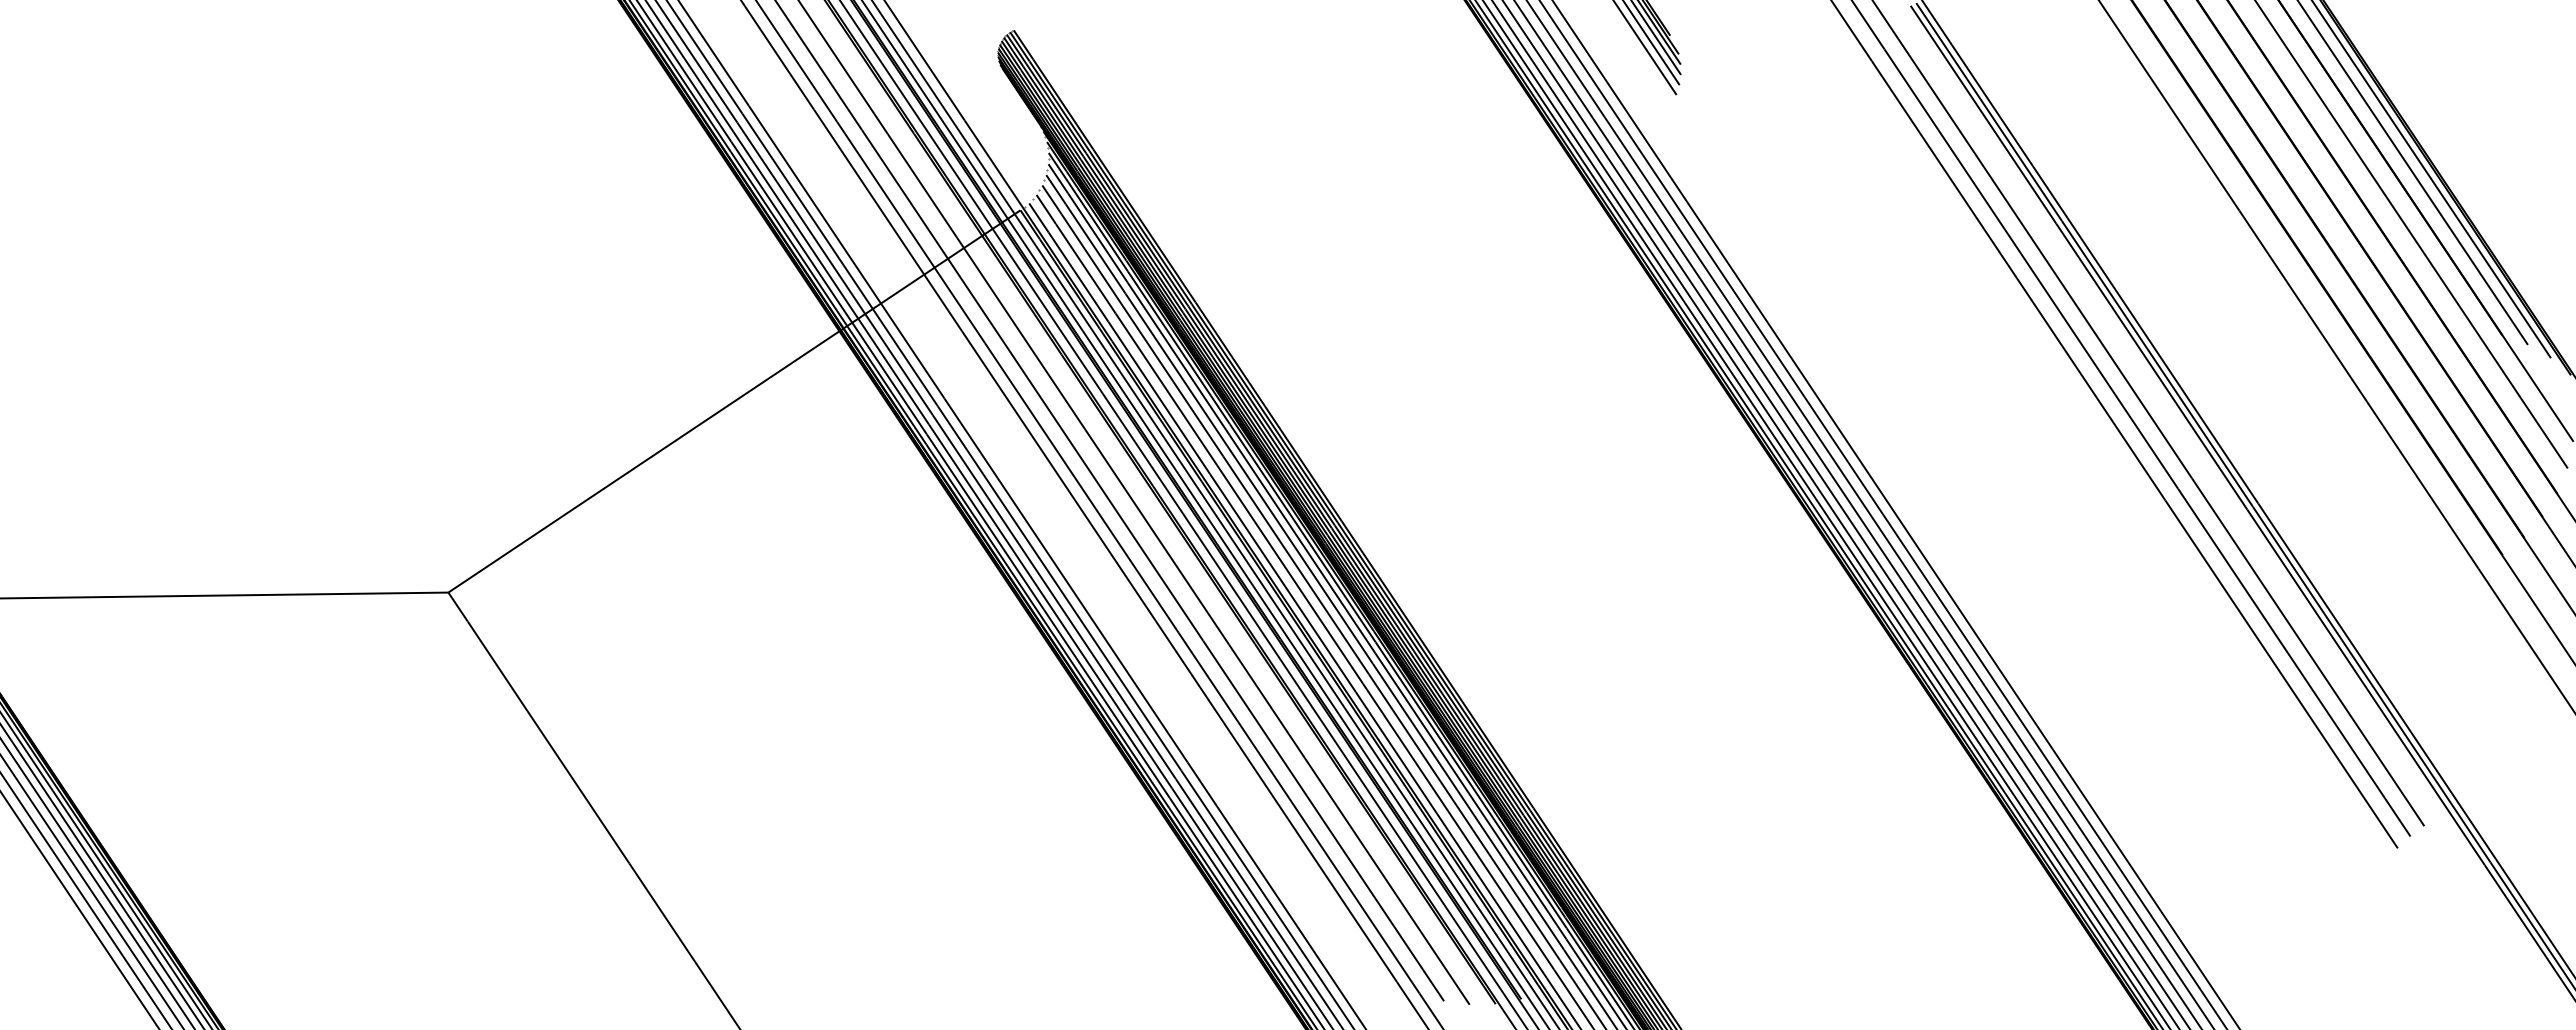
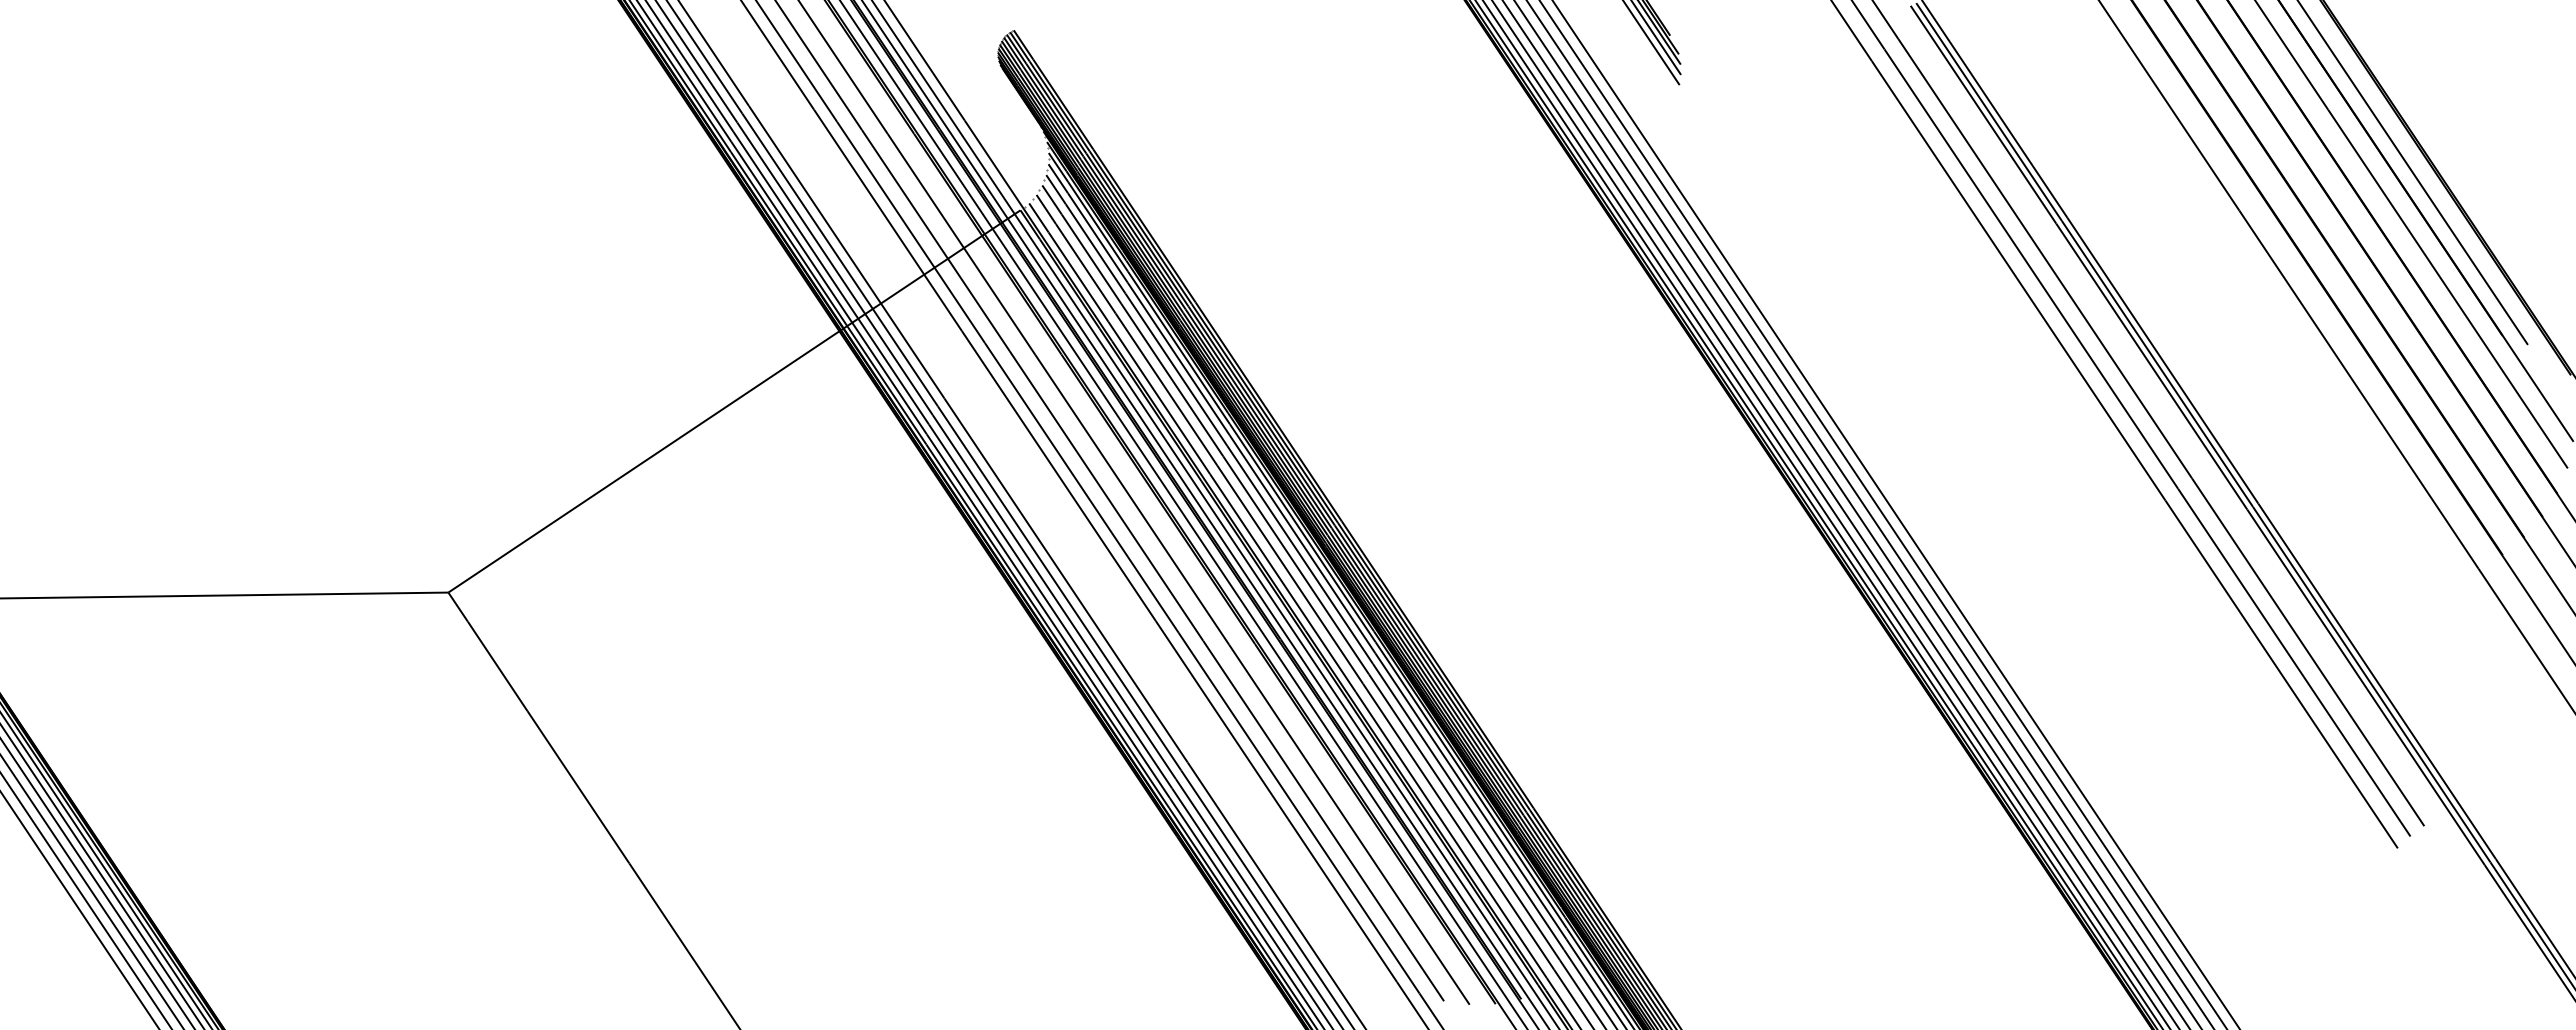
line at (1645, 48): present -> none
line at (2431, 180): present -> none
